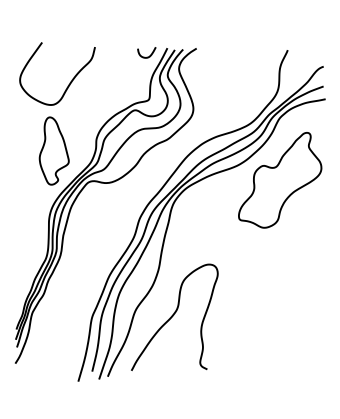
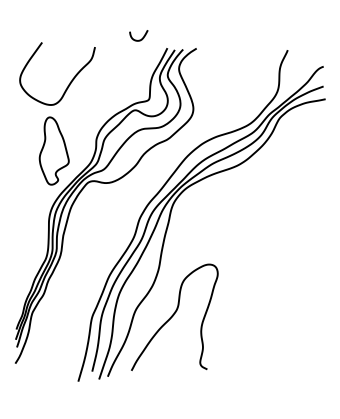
curve at (146, 56) position: (146, 56) -> (138, 39)
part at (280, 180): present -> none
